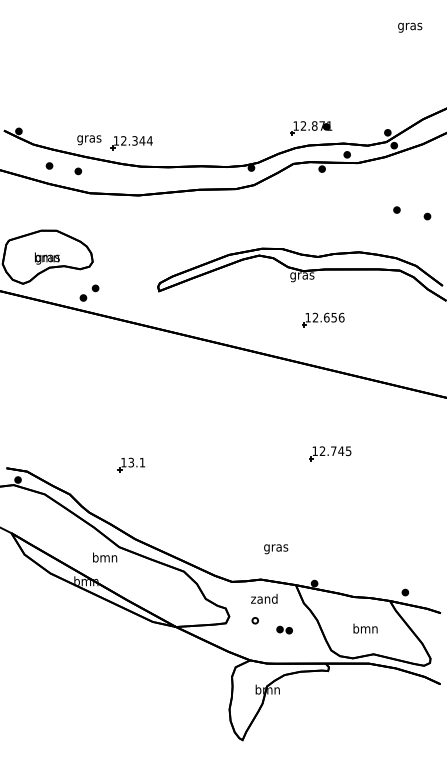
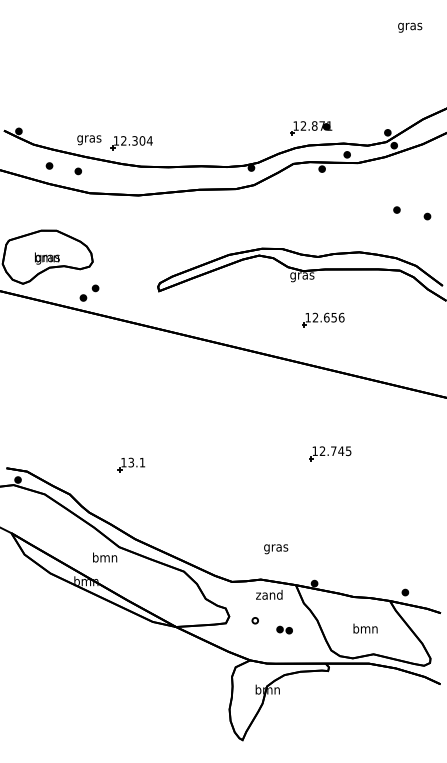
text at (142, 140): 12.344 -> 12.304
text at (264, 598) position: (264, 598) -> (269, 594)
